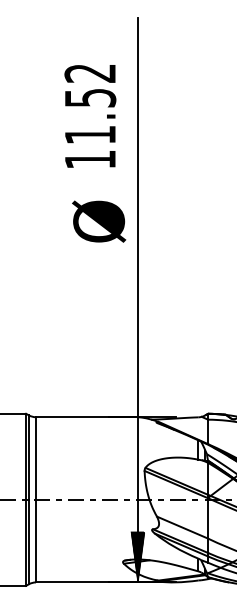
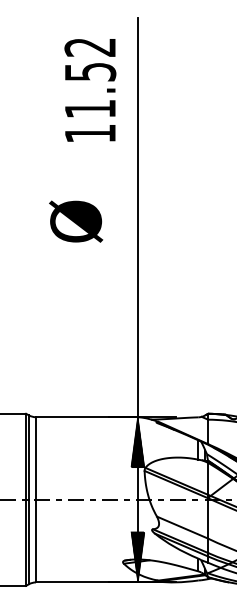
text at (90, 116) position: (90, 116) -> (90, 90)
text at (99, 221) position: (99, 221) -> (76, 221)
hatch at (137, 442): none -> present
